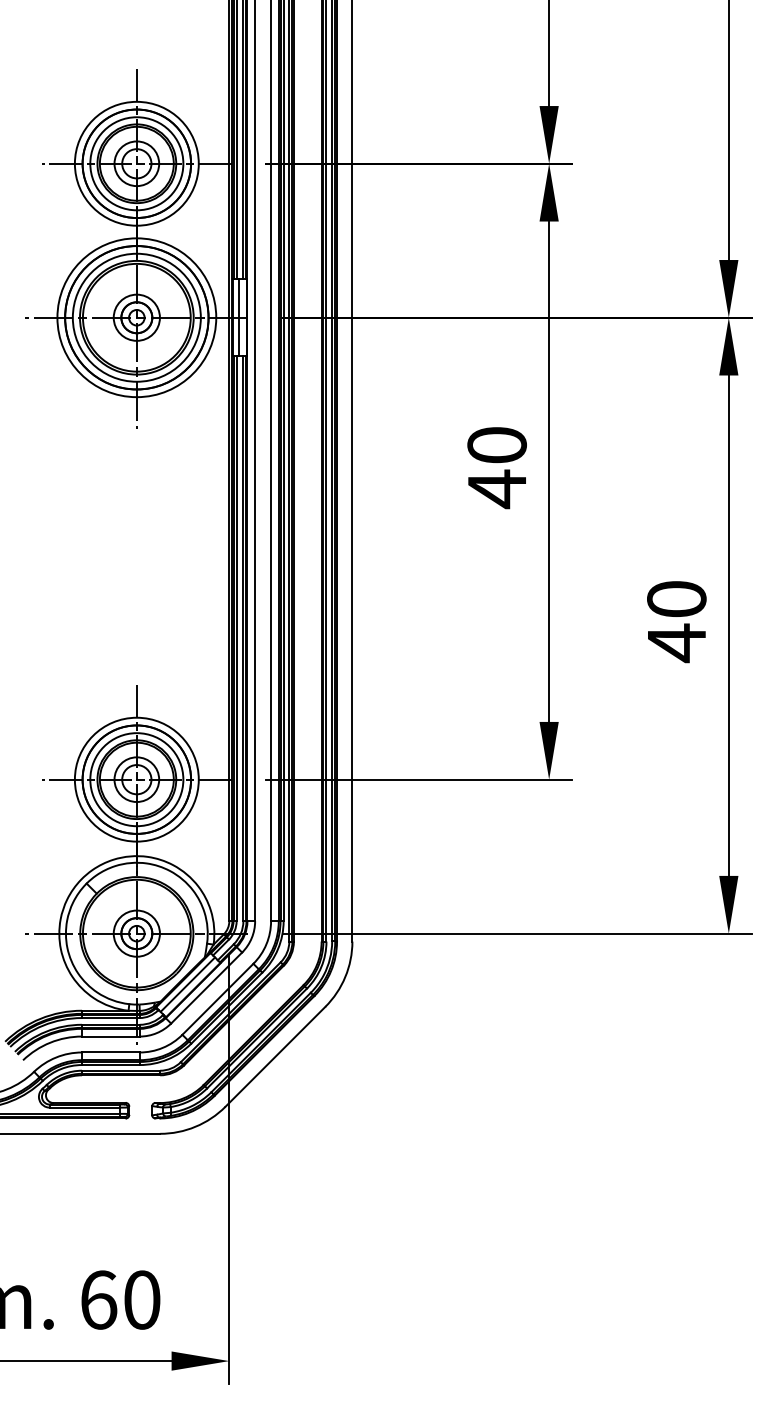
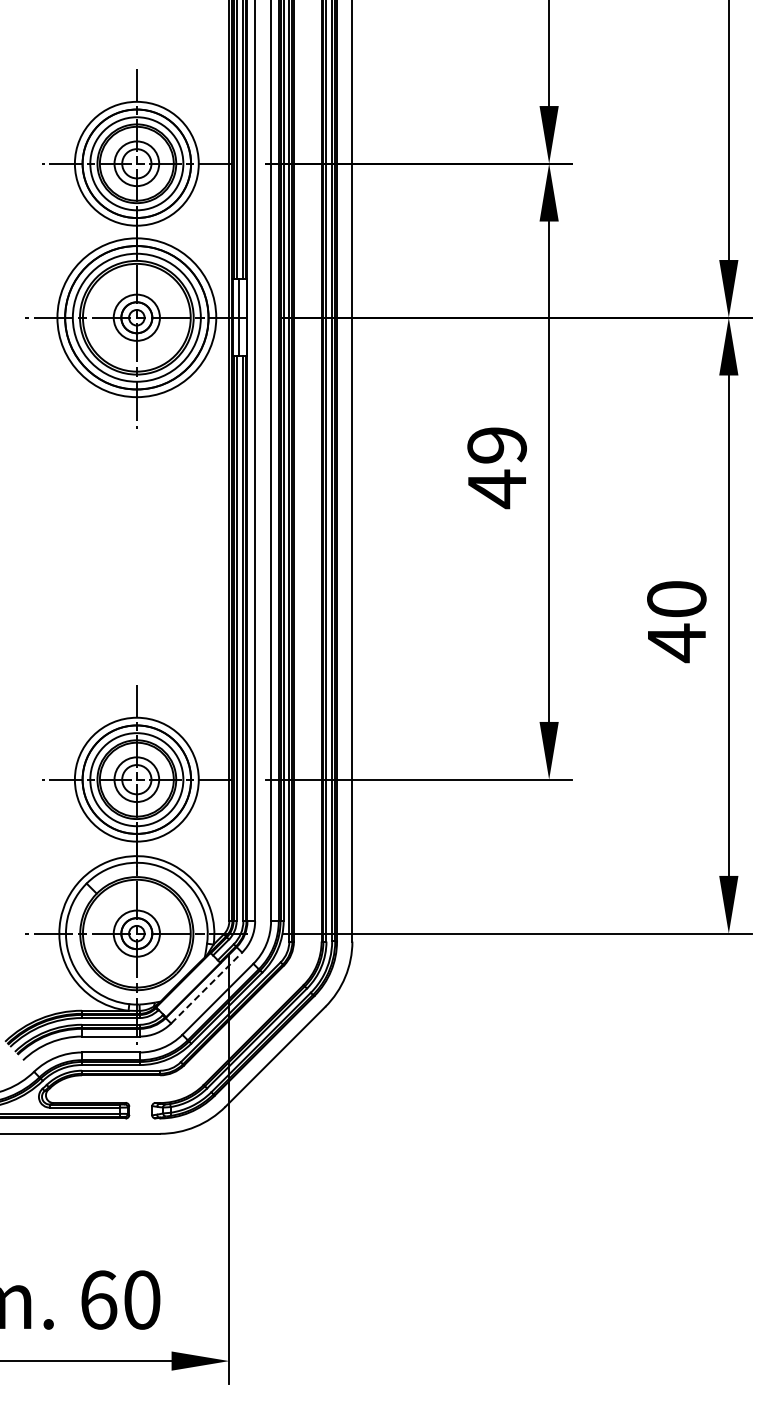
text at (496, 445): 40 -> 49
line at (187, 984): present -> none
line at (207, 987): solid -> dashed
